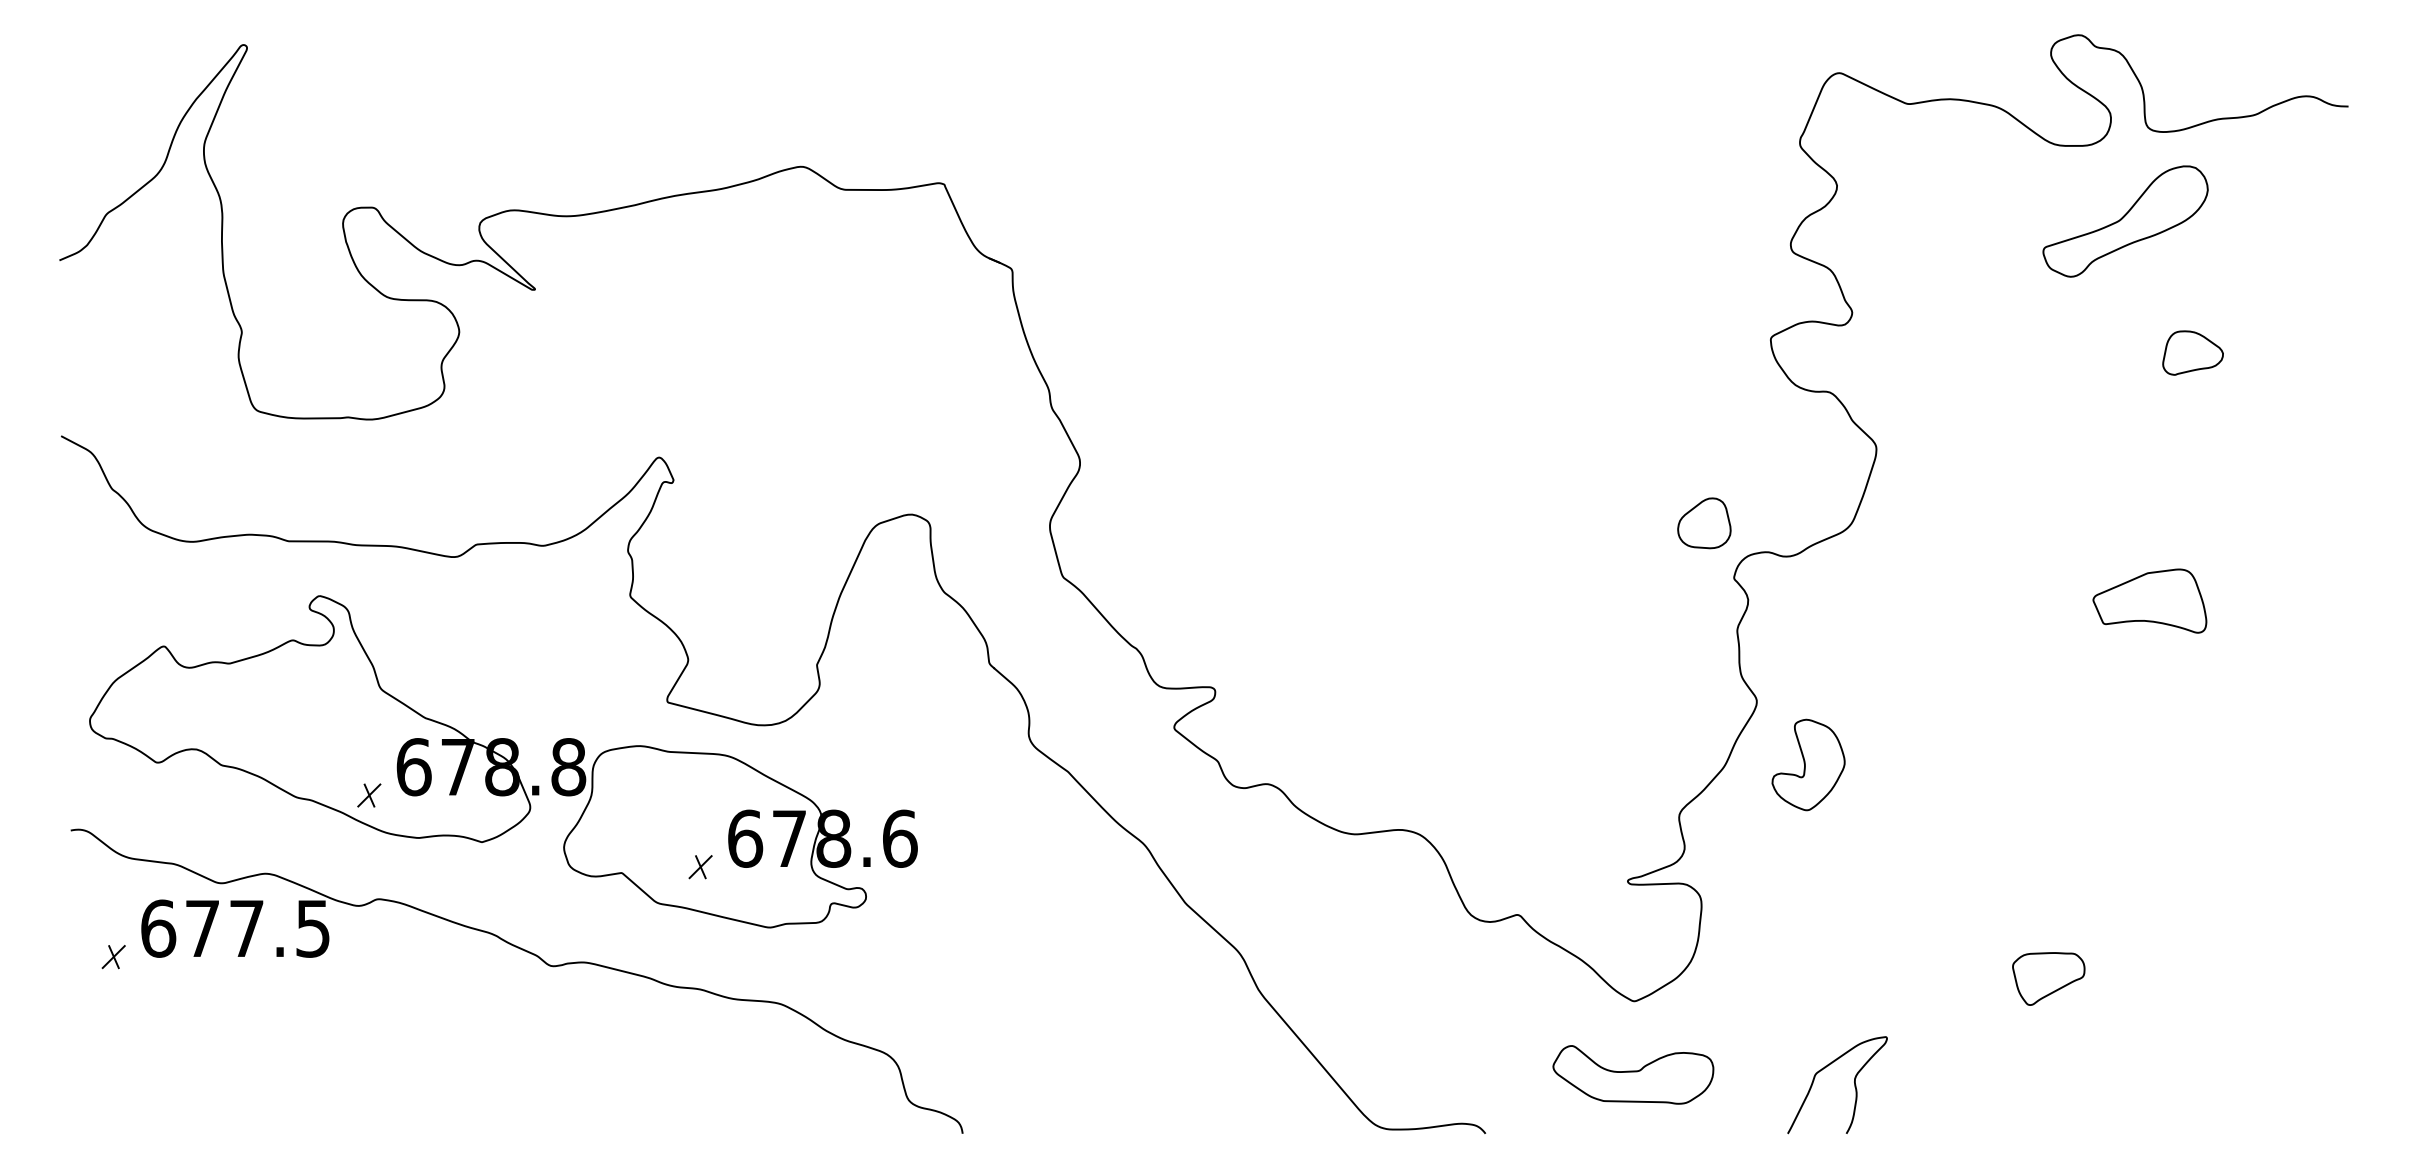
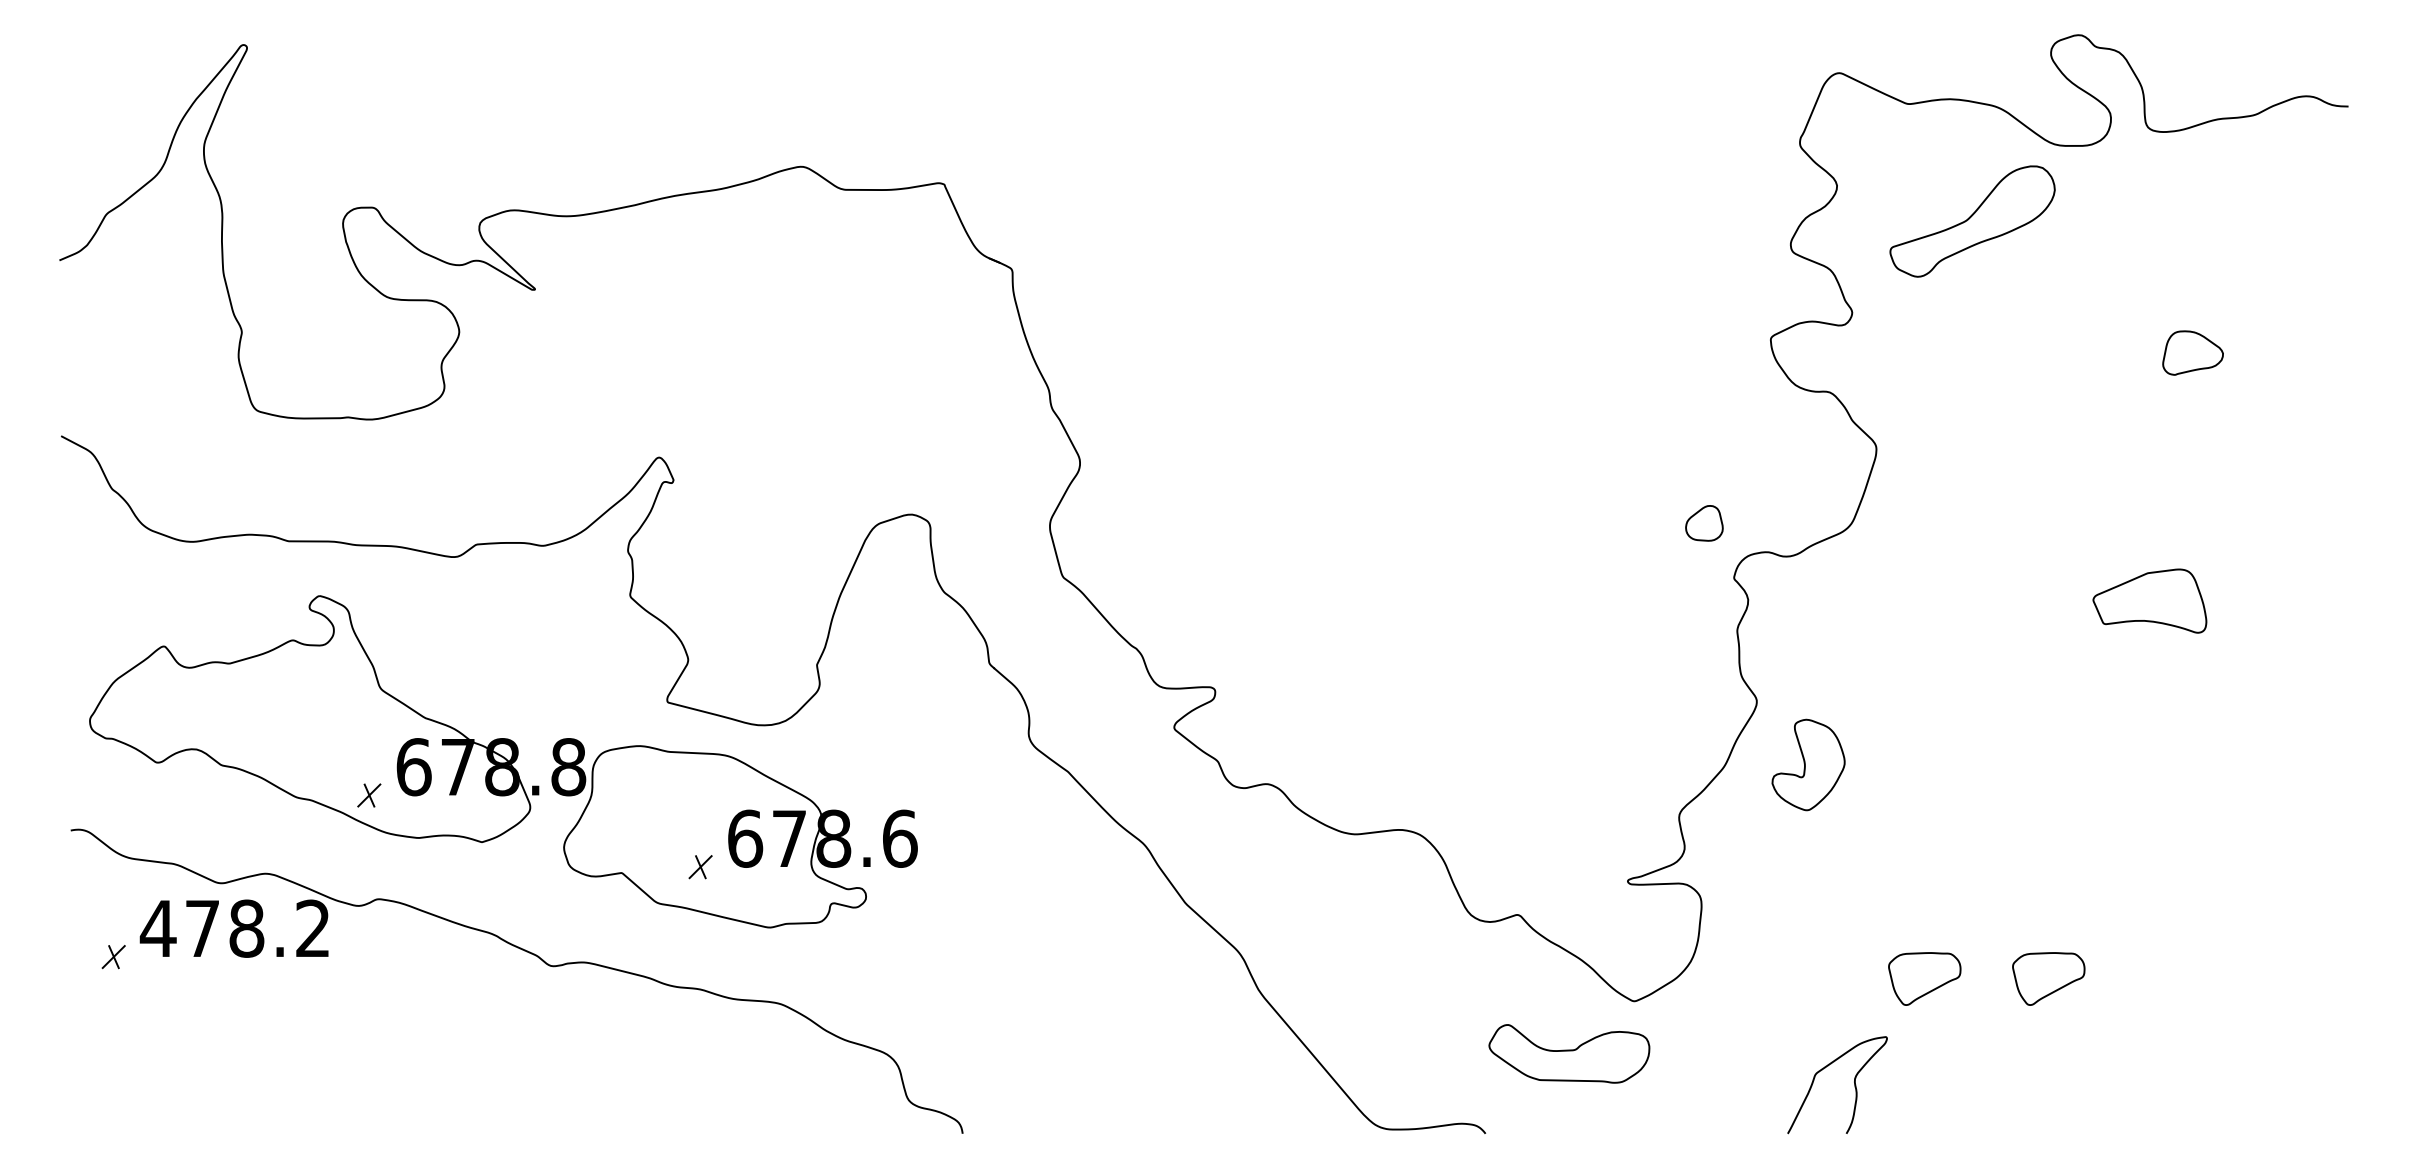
part at (2125, 221) position: (2125, 221) -> (1972, 221)
part at (1704, 523) size: 55x53 px -> 39x37 px
text at (234, 928): 677.5 -> 478.2
part at (1924, 978): none -> present
part at (1633, 1074) position: (1633, 1074) -> (1569, 1053)
